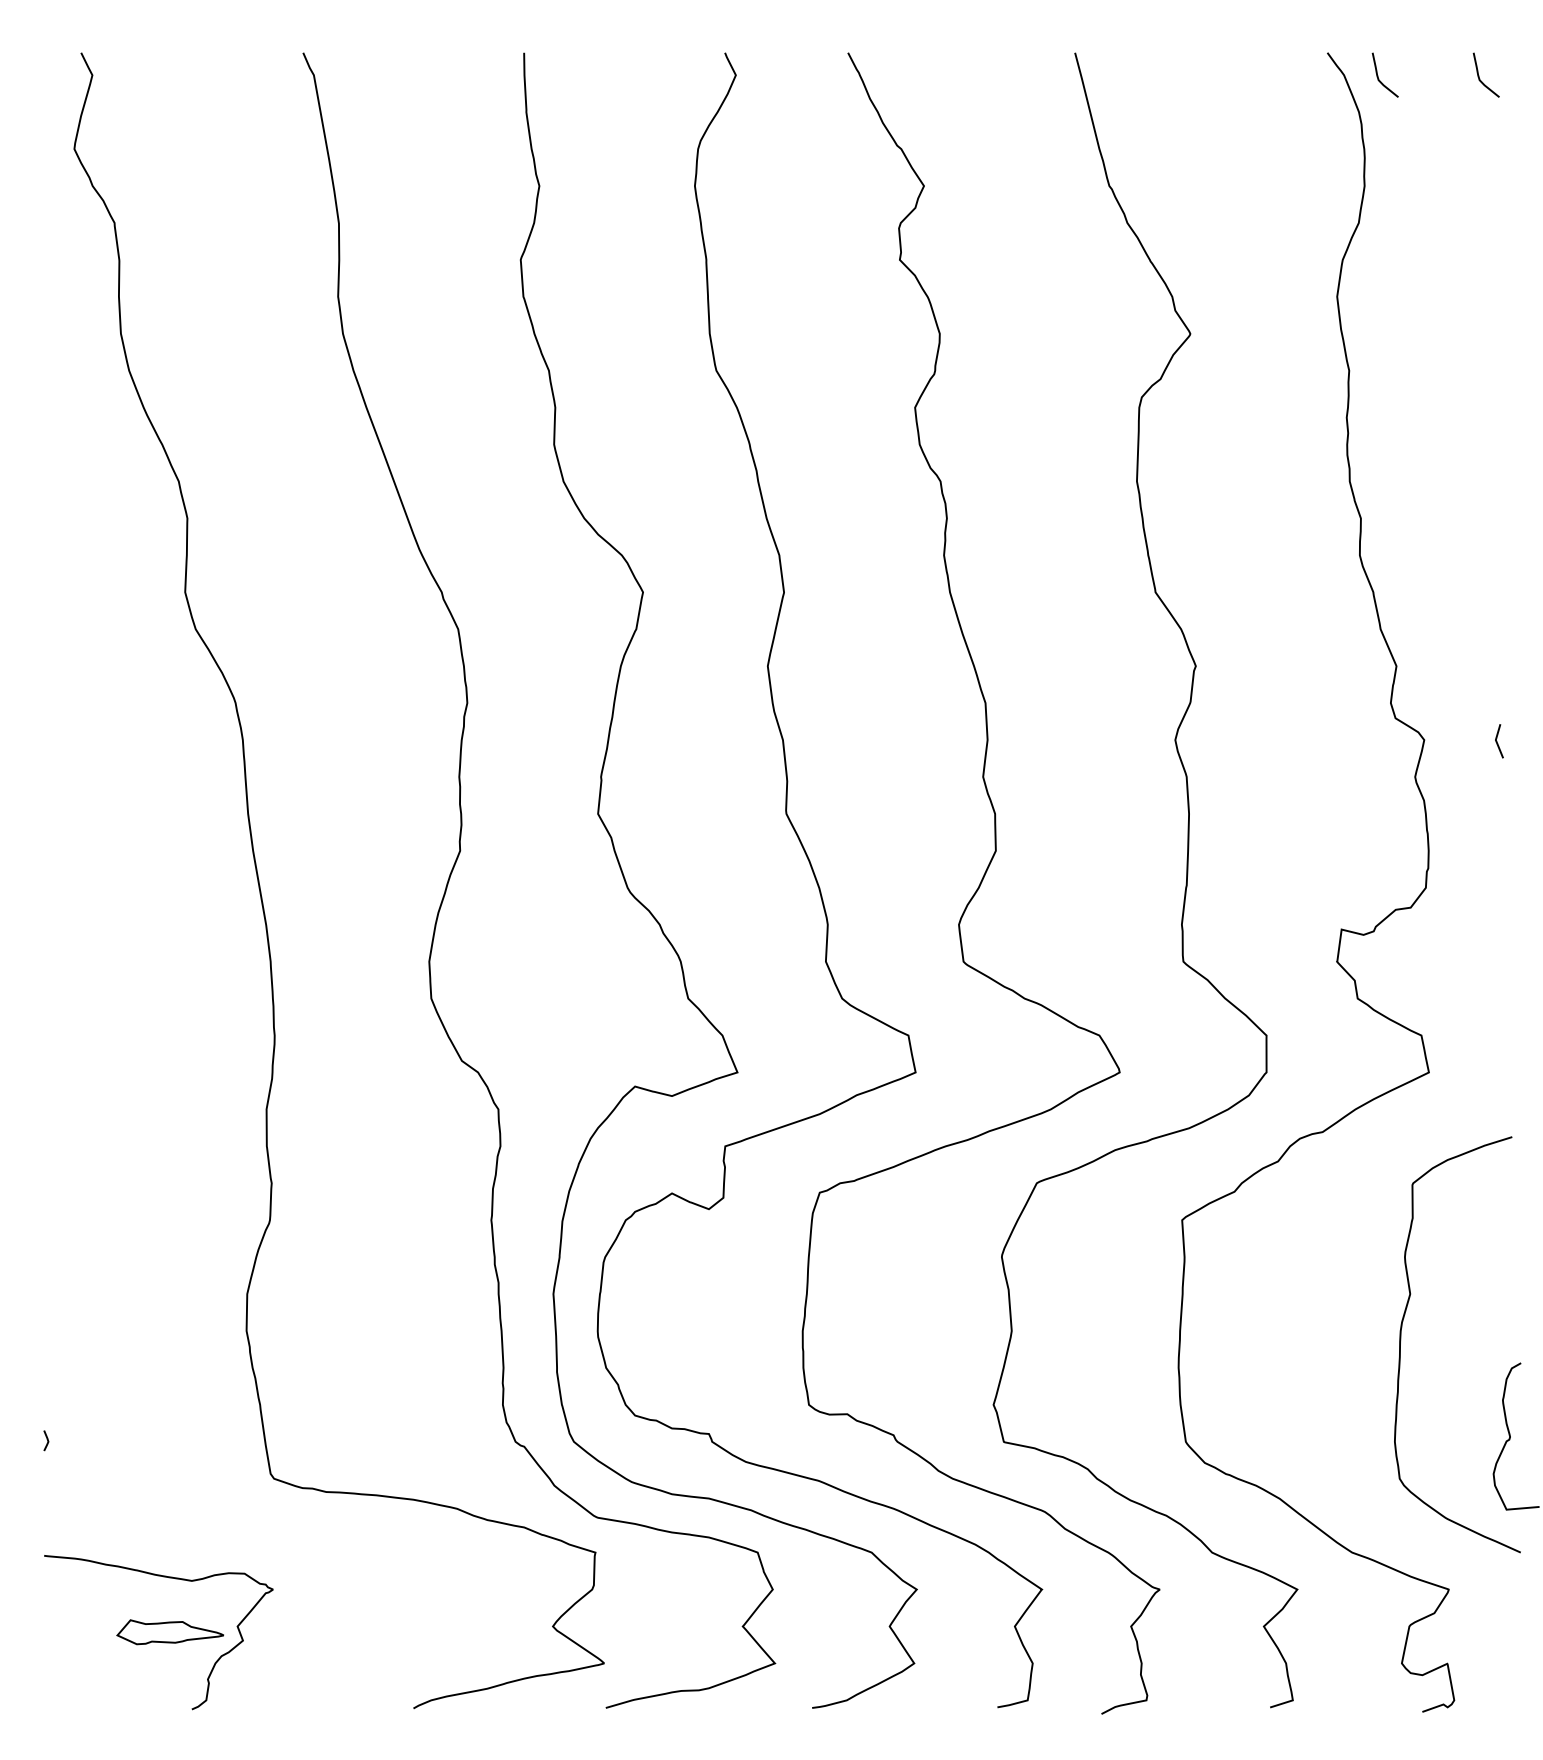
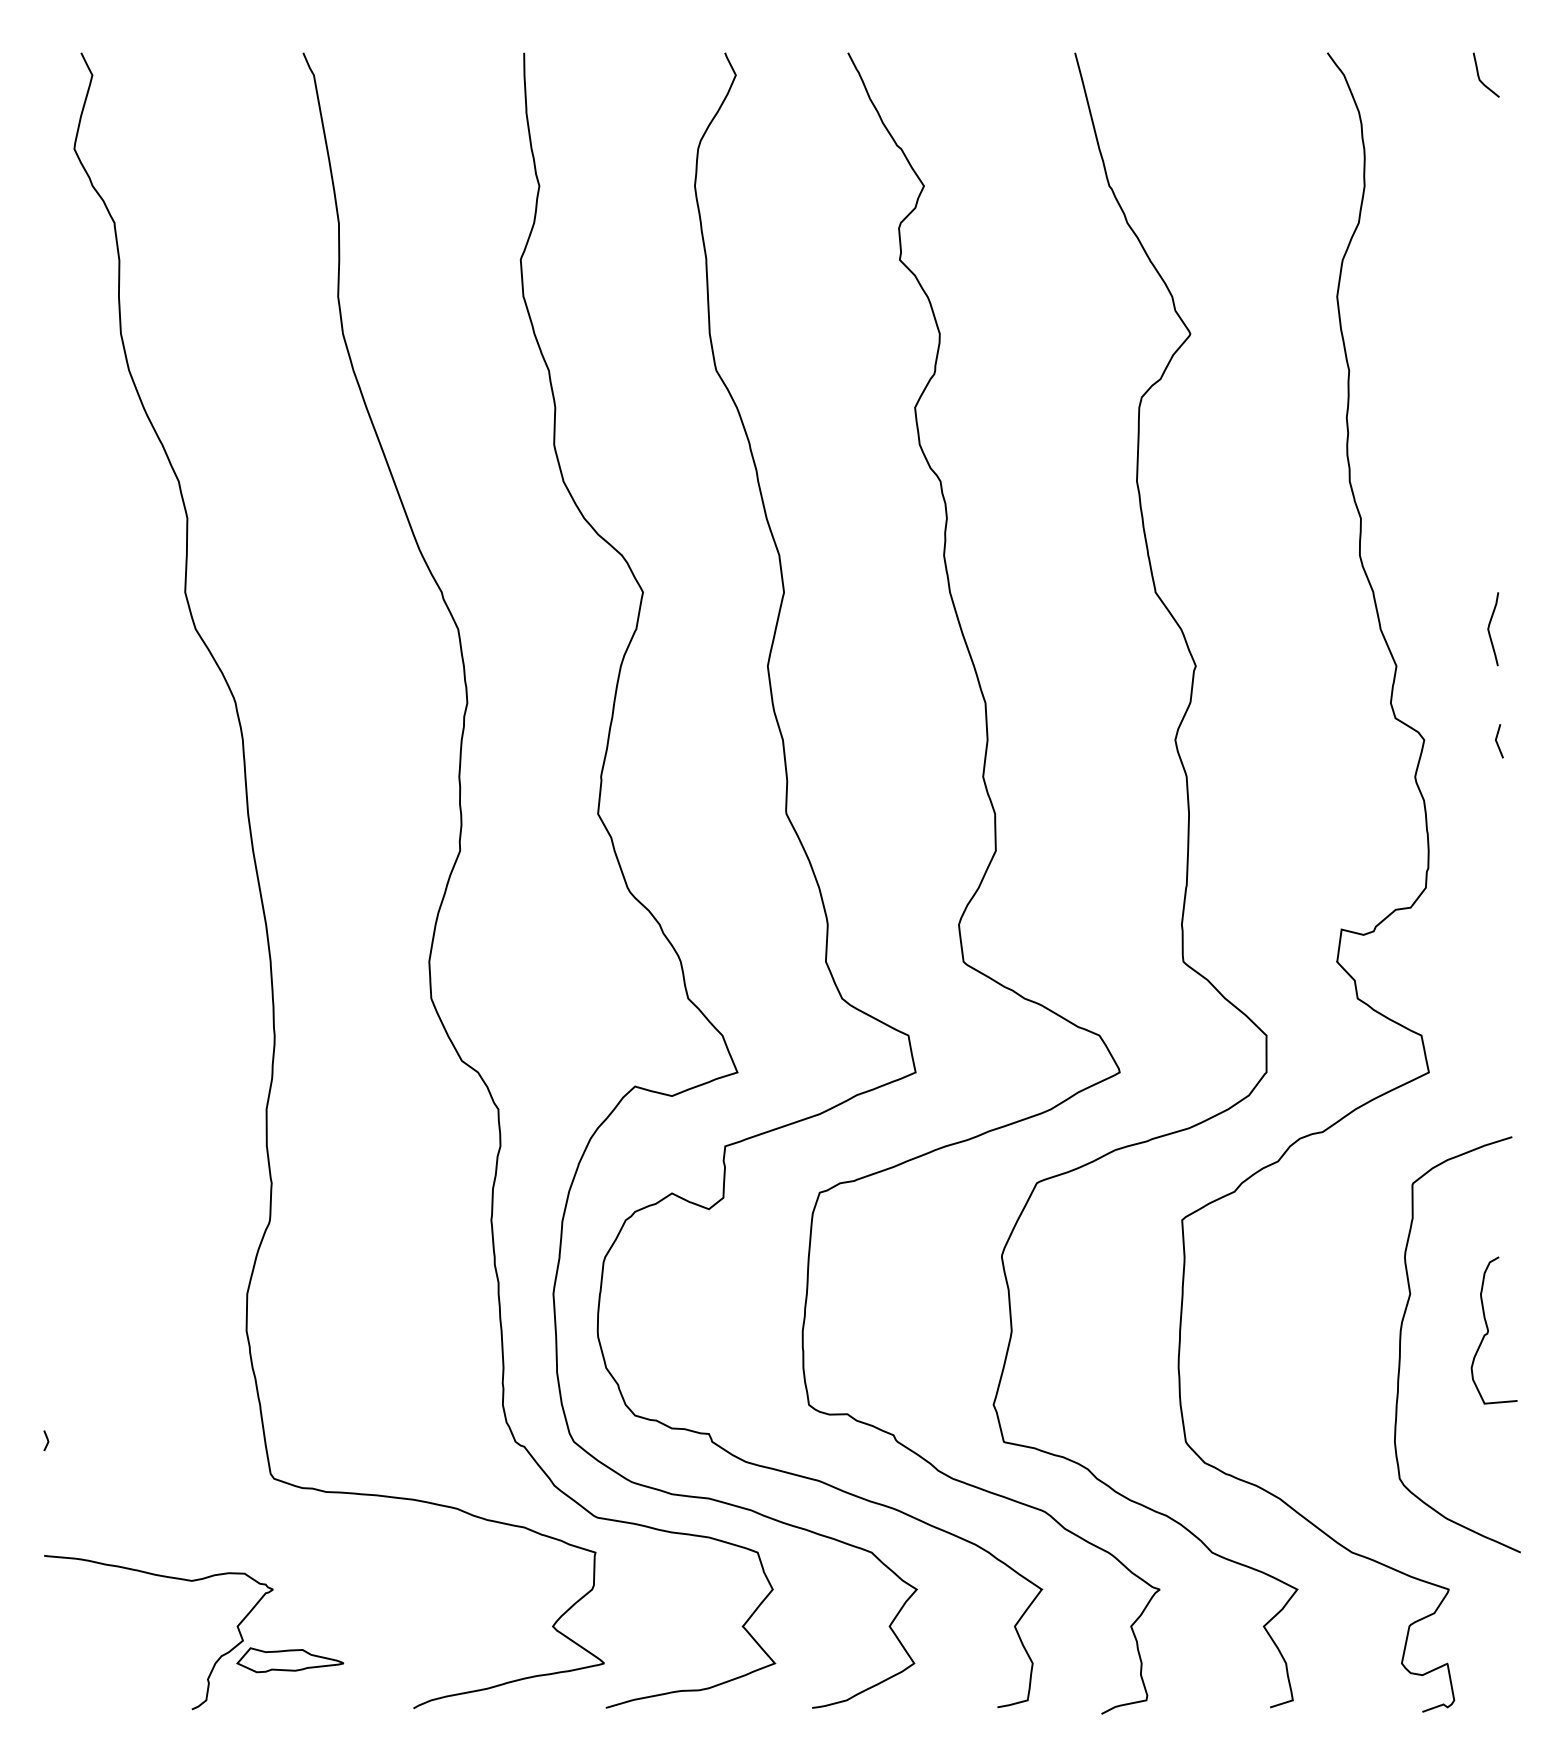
curve at (1378, 75): present -> none
curve at (1489, 629): none -> present
curve at (1510, 1436) position: (1510, 1436) -> (1488, 1330)
part at (169, 1632) position: (169, 1632) -> (289, 1660)
